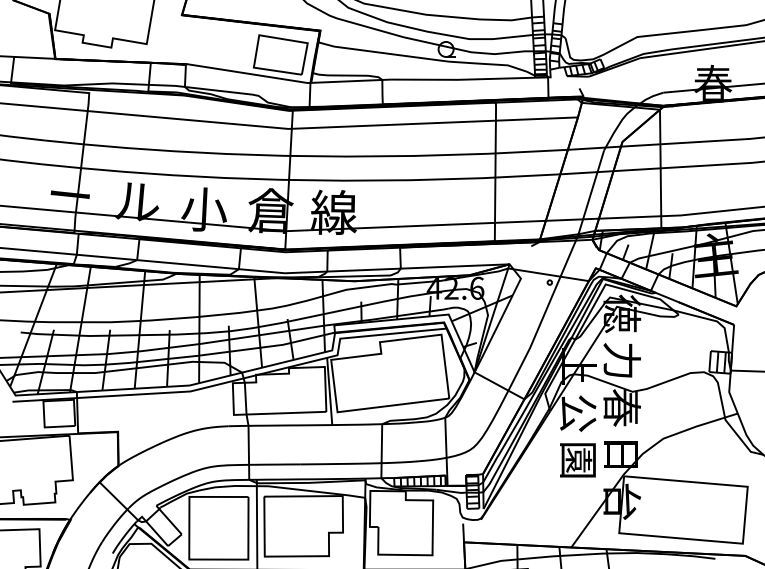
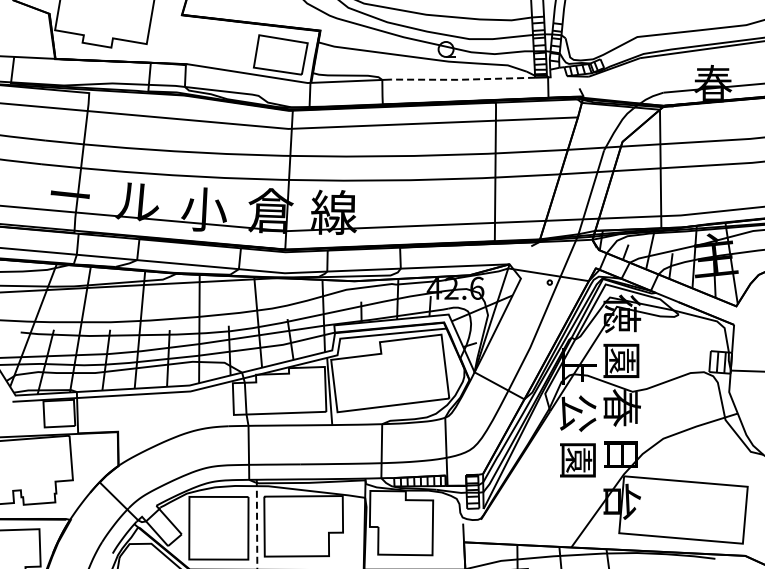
line at (462, 79): solid -> dashed
text at (621, 360): 力 -> 園
line at (257, 524): solid -> dashed
